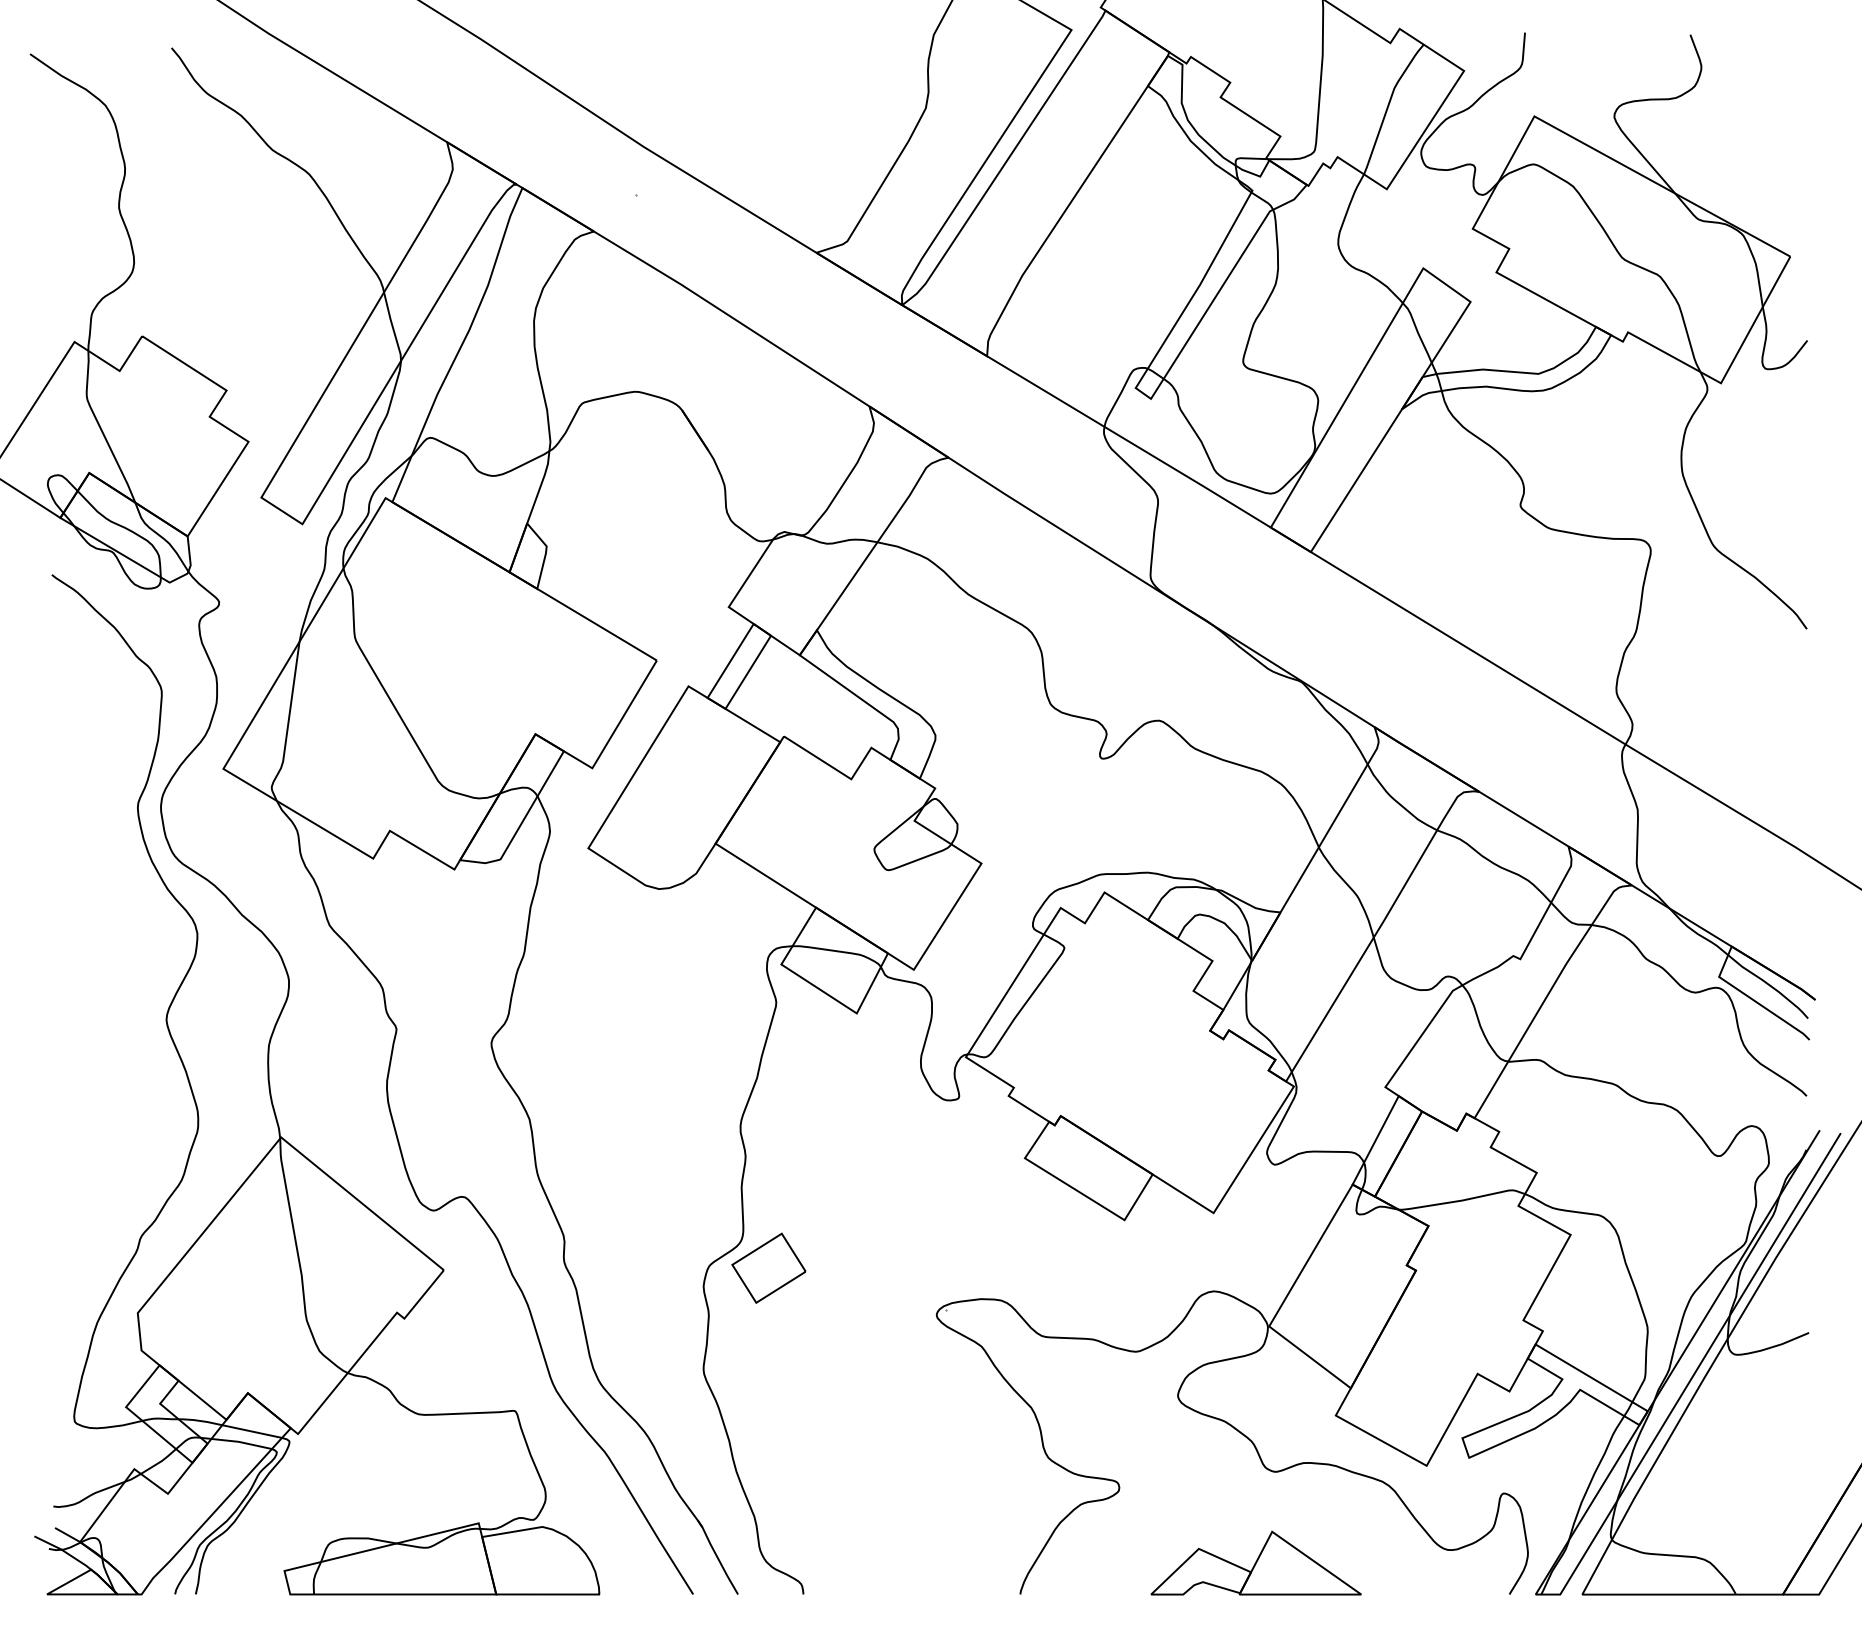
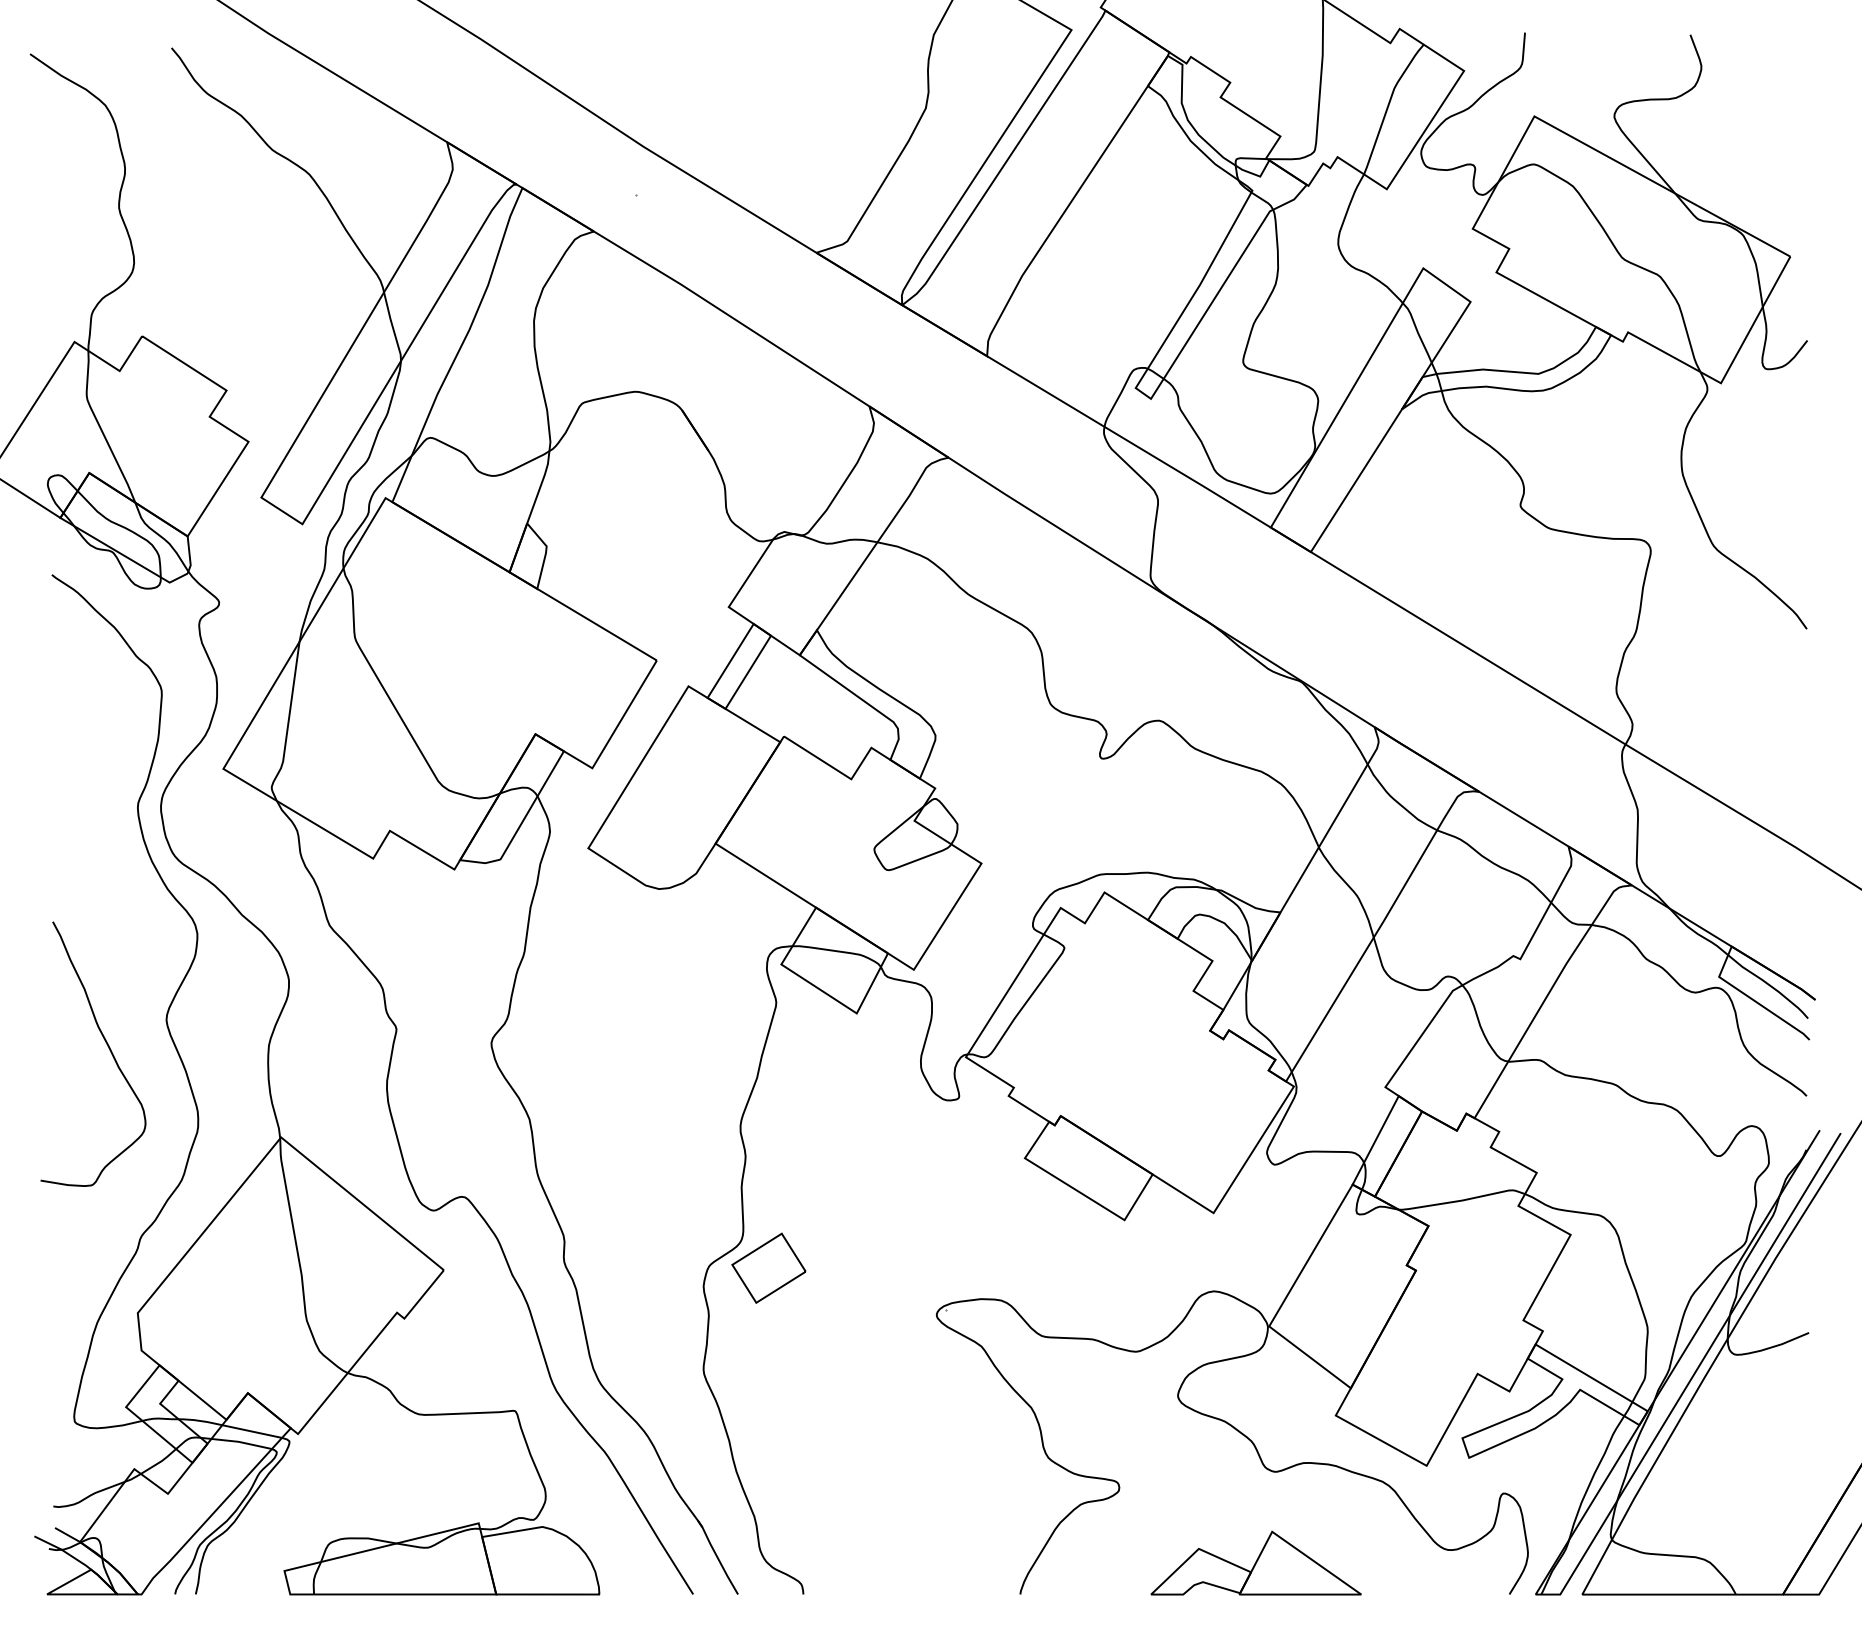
curve at (107, 1046): none -> present
